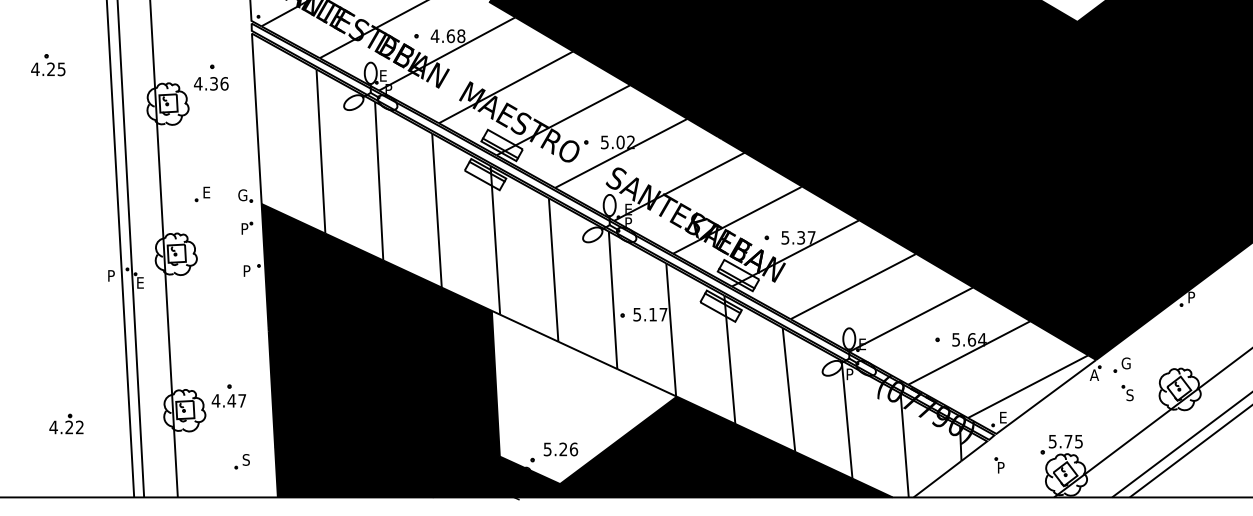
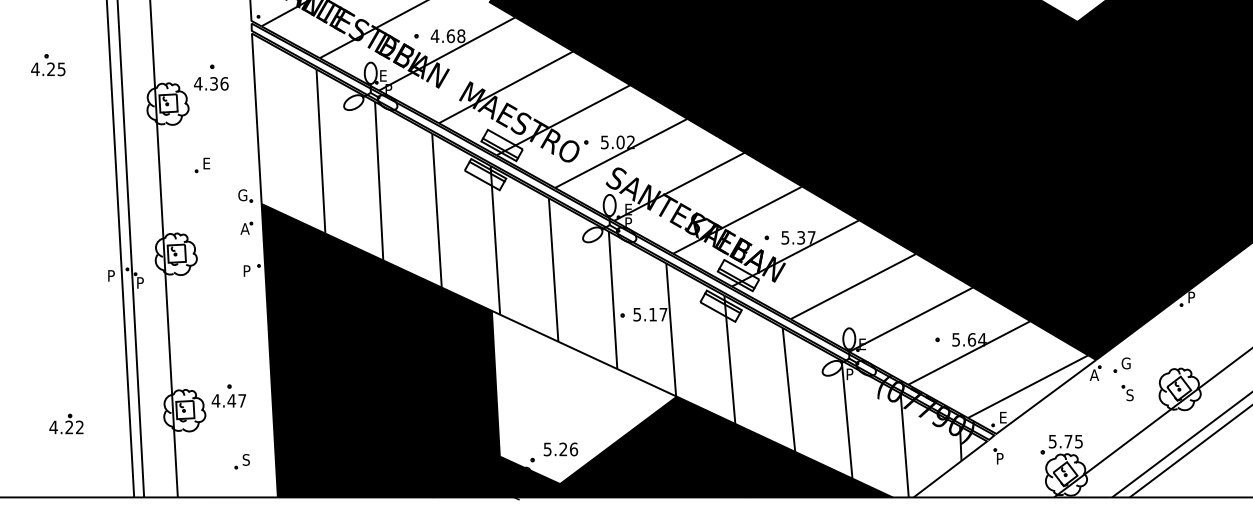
part at (202, 194) position: (202, 194) -> (202, 165)
text at (244, 228): P -> A
text at (140, 282): E -> P
part at (999, 465) position: (999, 465) -> (998, 456)
